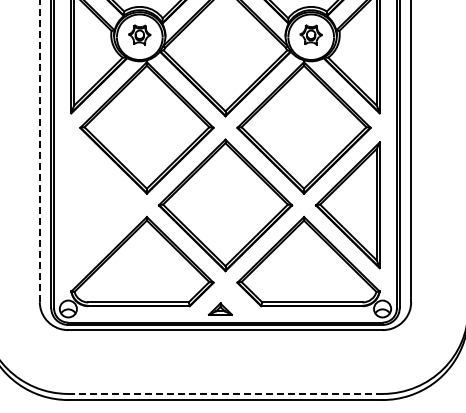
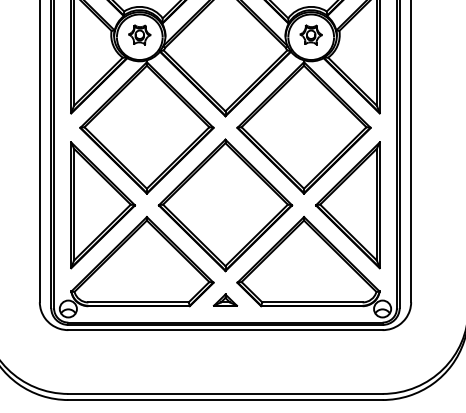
line at (39, 151): dashed -> solid
part at (102, 205): none -> present
part at (220, 308) position: (220, 308) -> (225, 299)
line at (225, 393): dashed -> solid
